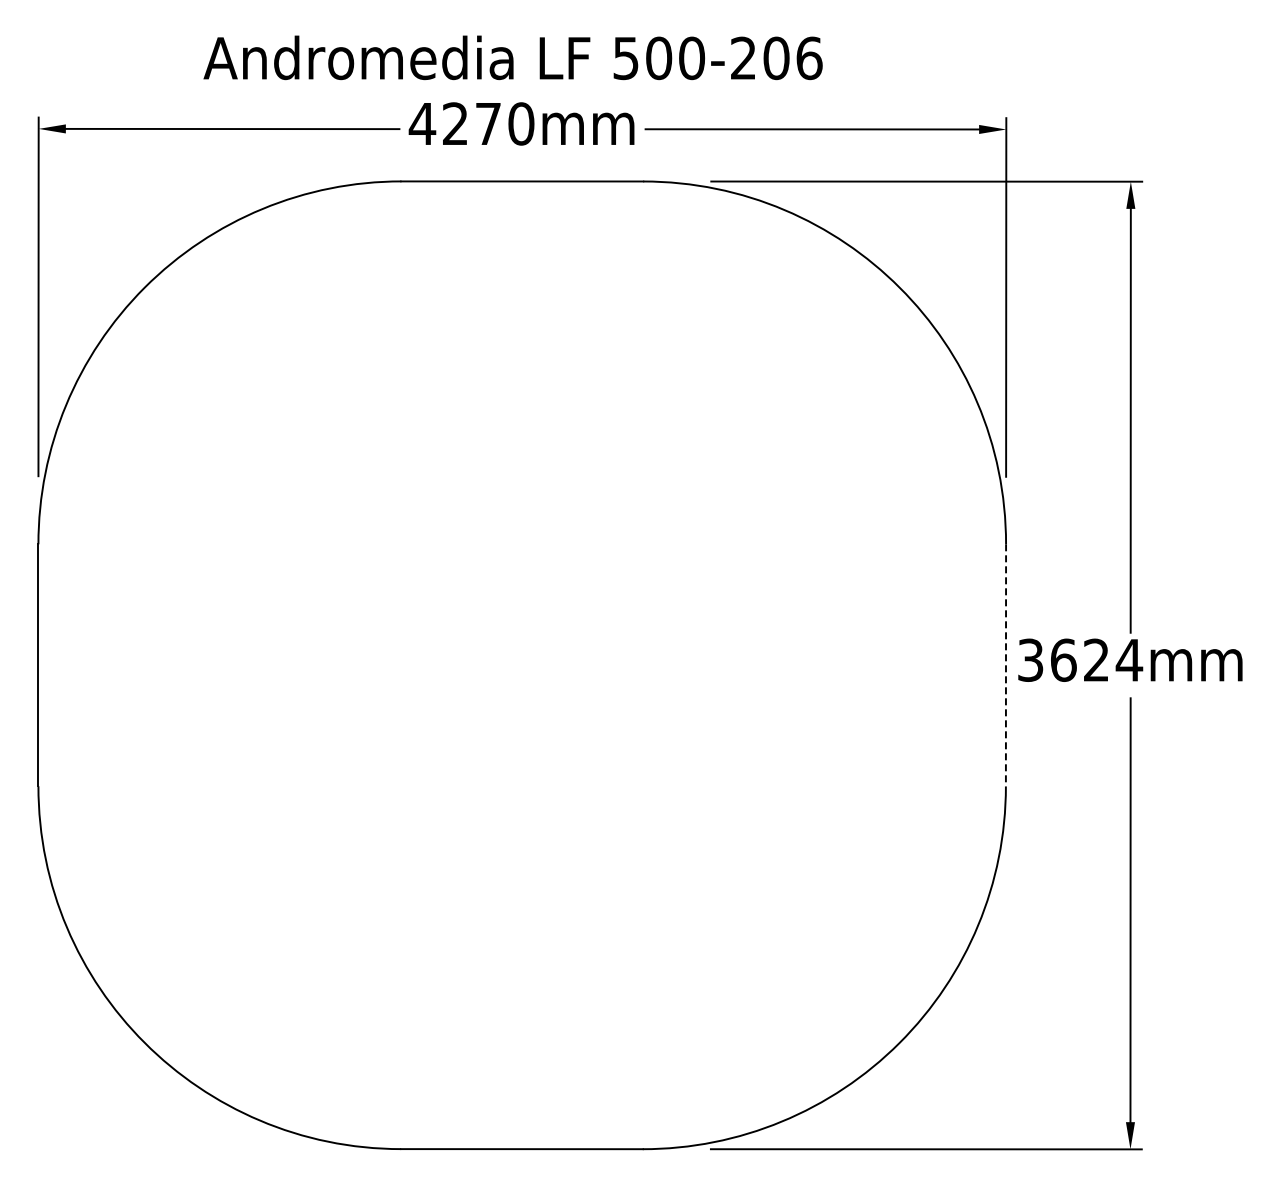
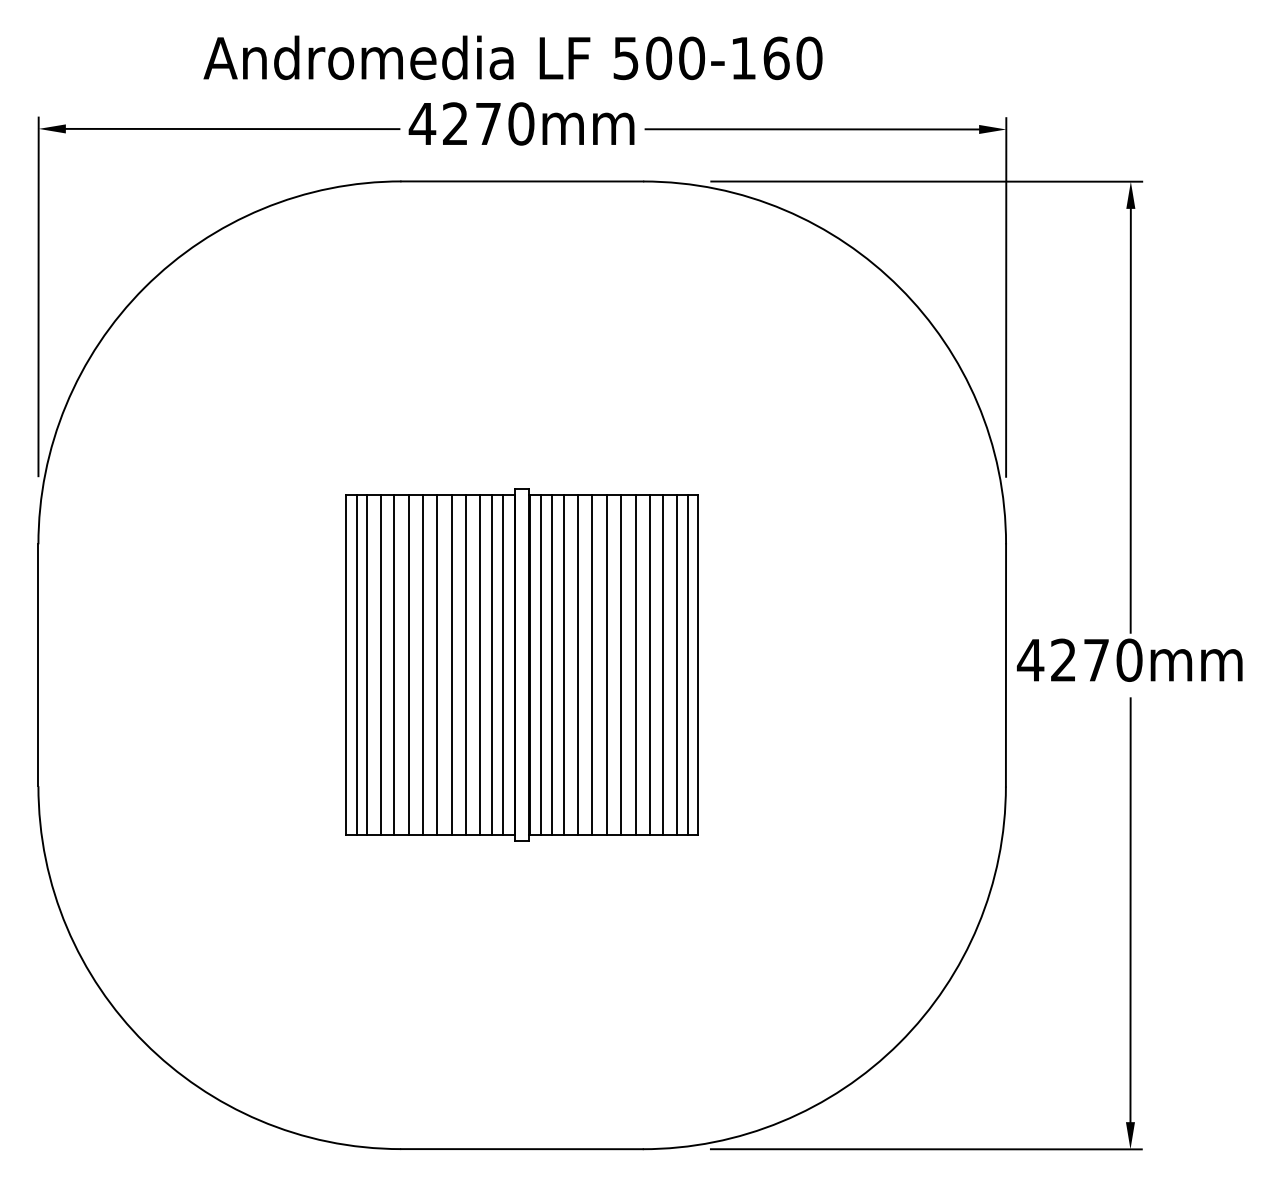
text at (776, 57): 500-206 -> 500-160
text at (1079, 659): 3624mm -> 4270mm
part at (521, 664): none -> present
line at (1005, 665): dashed -> solid
